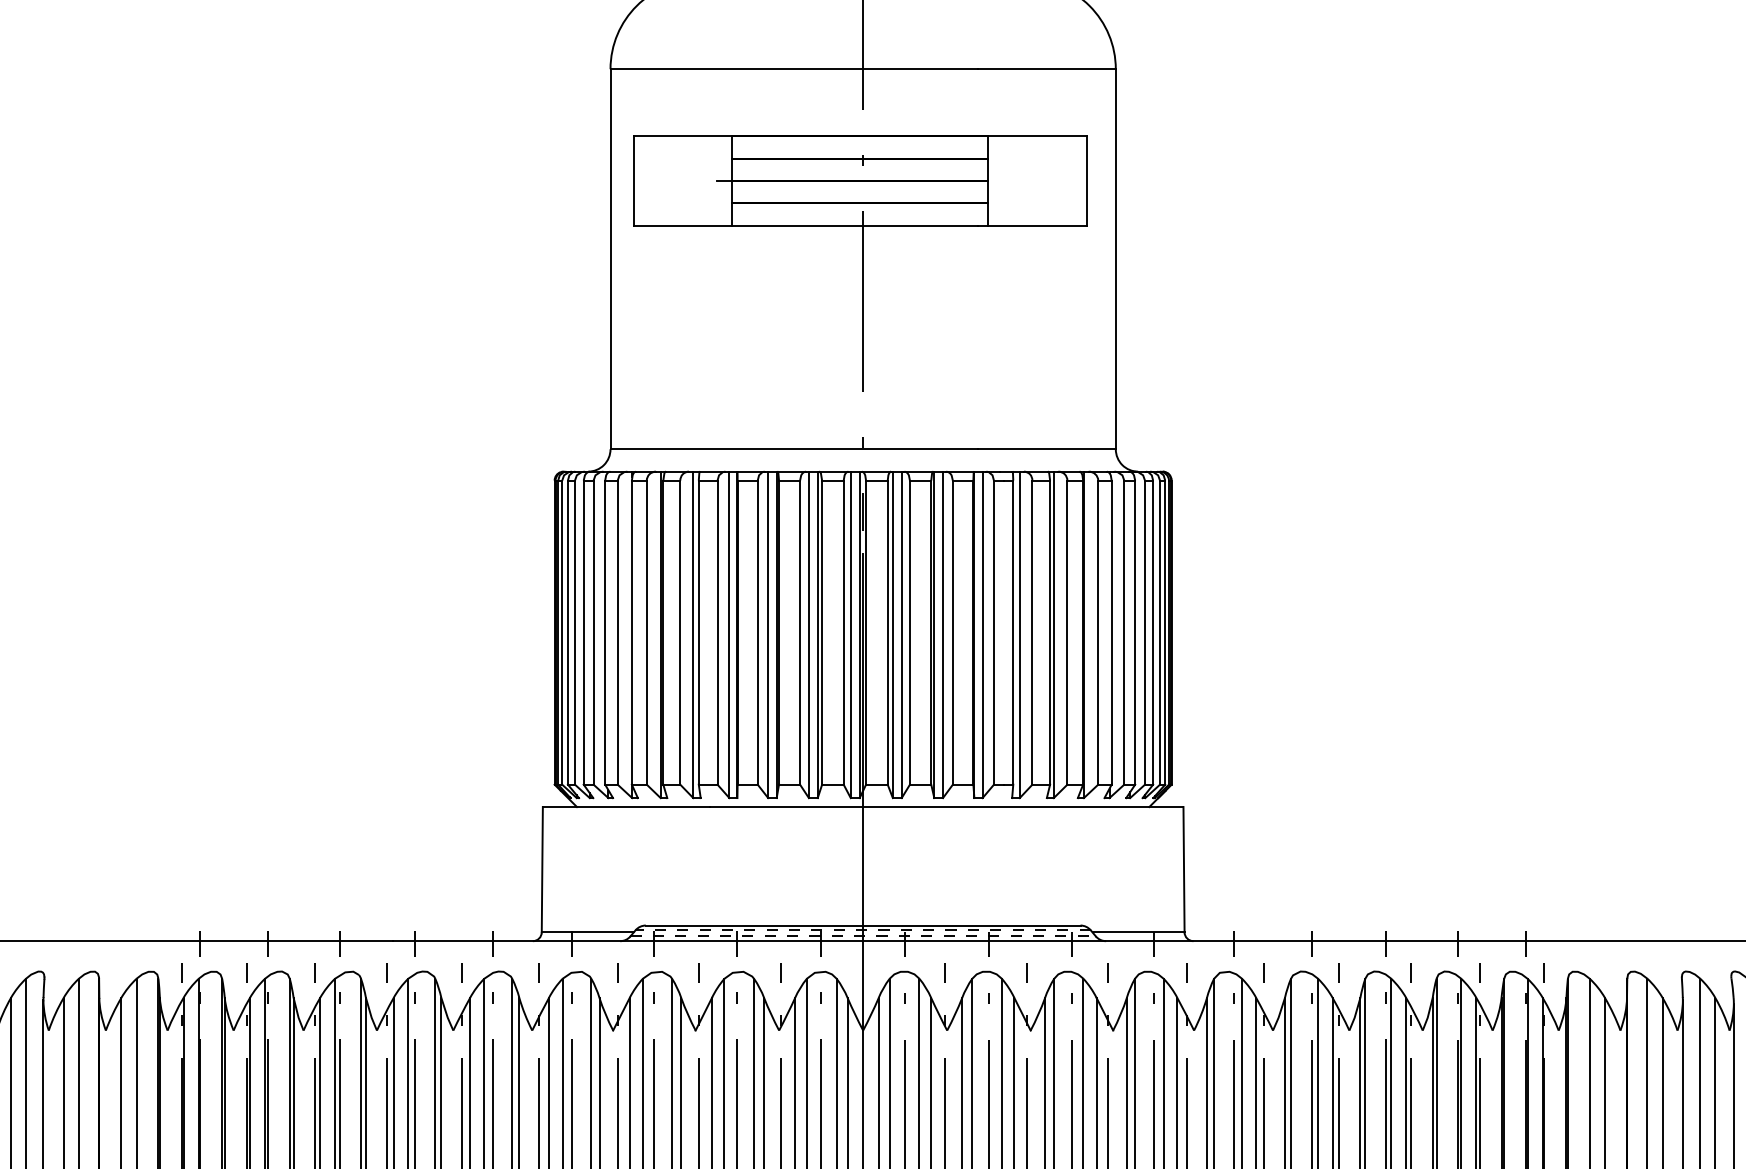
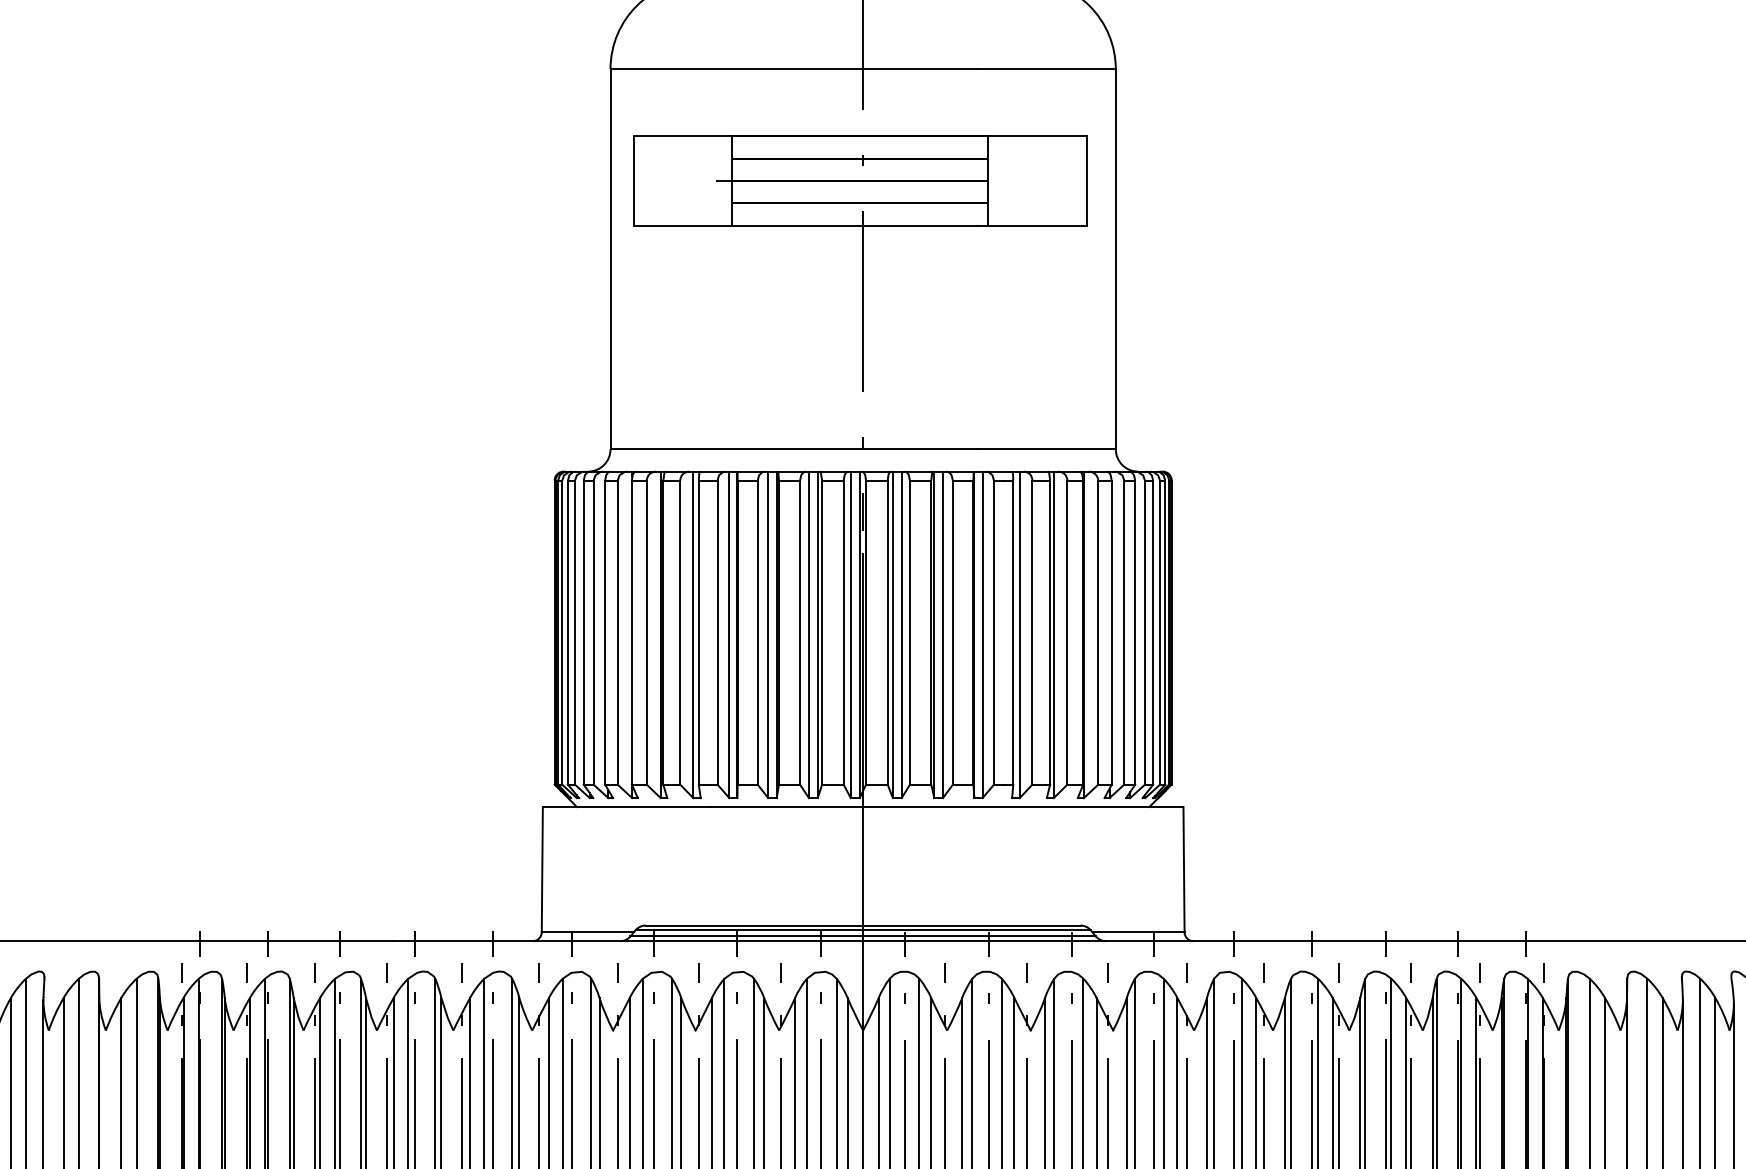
line at (863, 930): dashed -> solid
line at (863, 936): dashed -> solid
